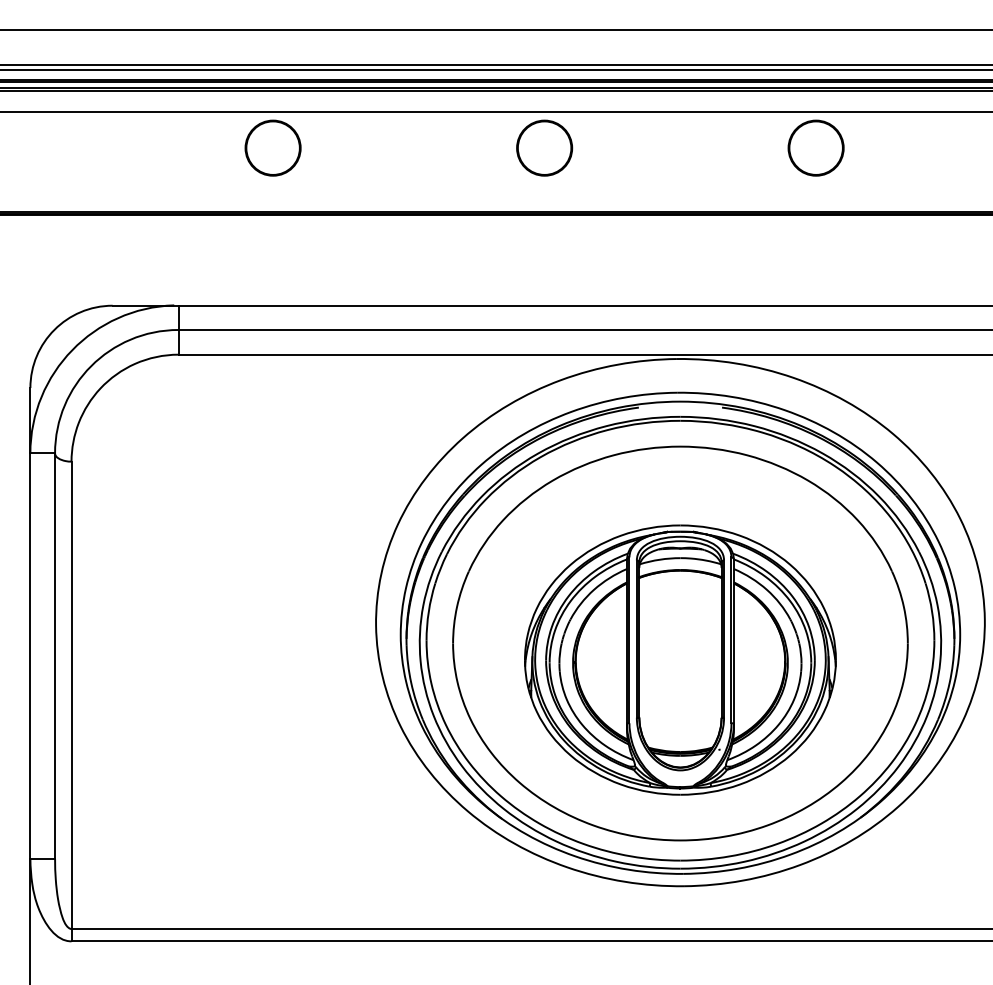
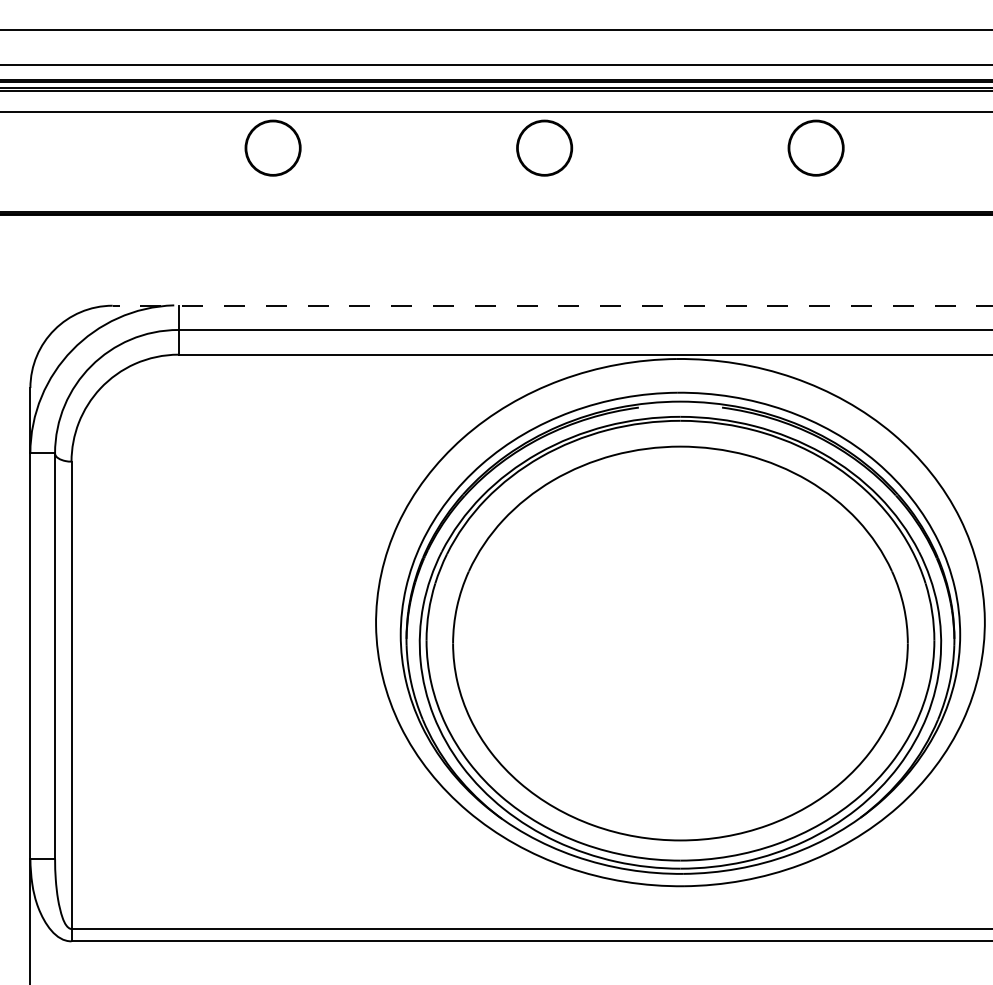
line at (495, 70): present -> none
line at (552, 305): solid -> dashed
part at (680, 659): present -> none
